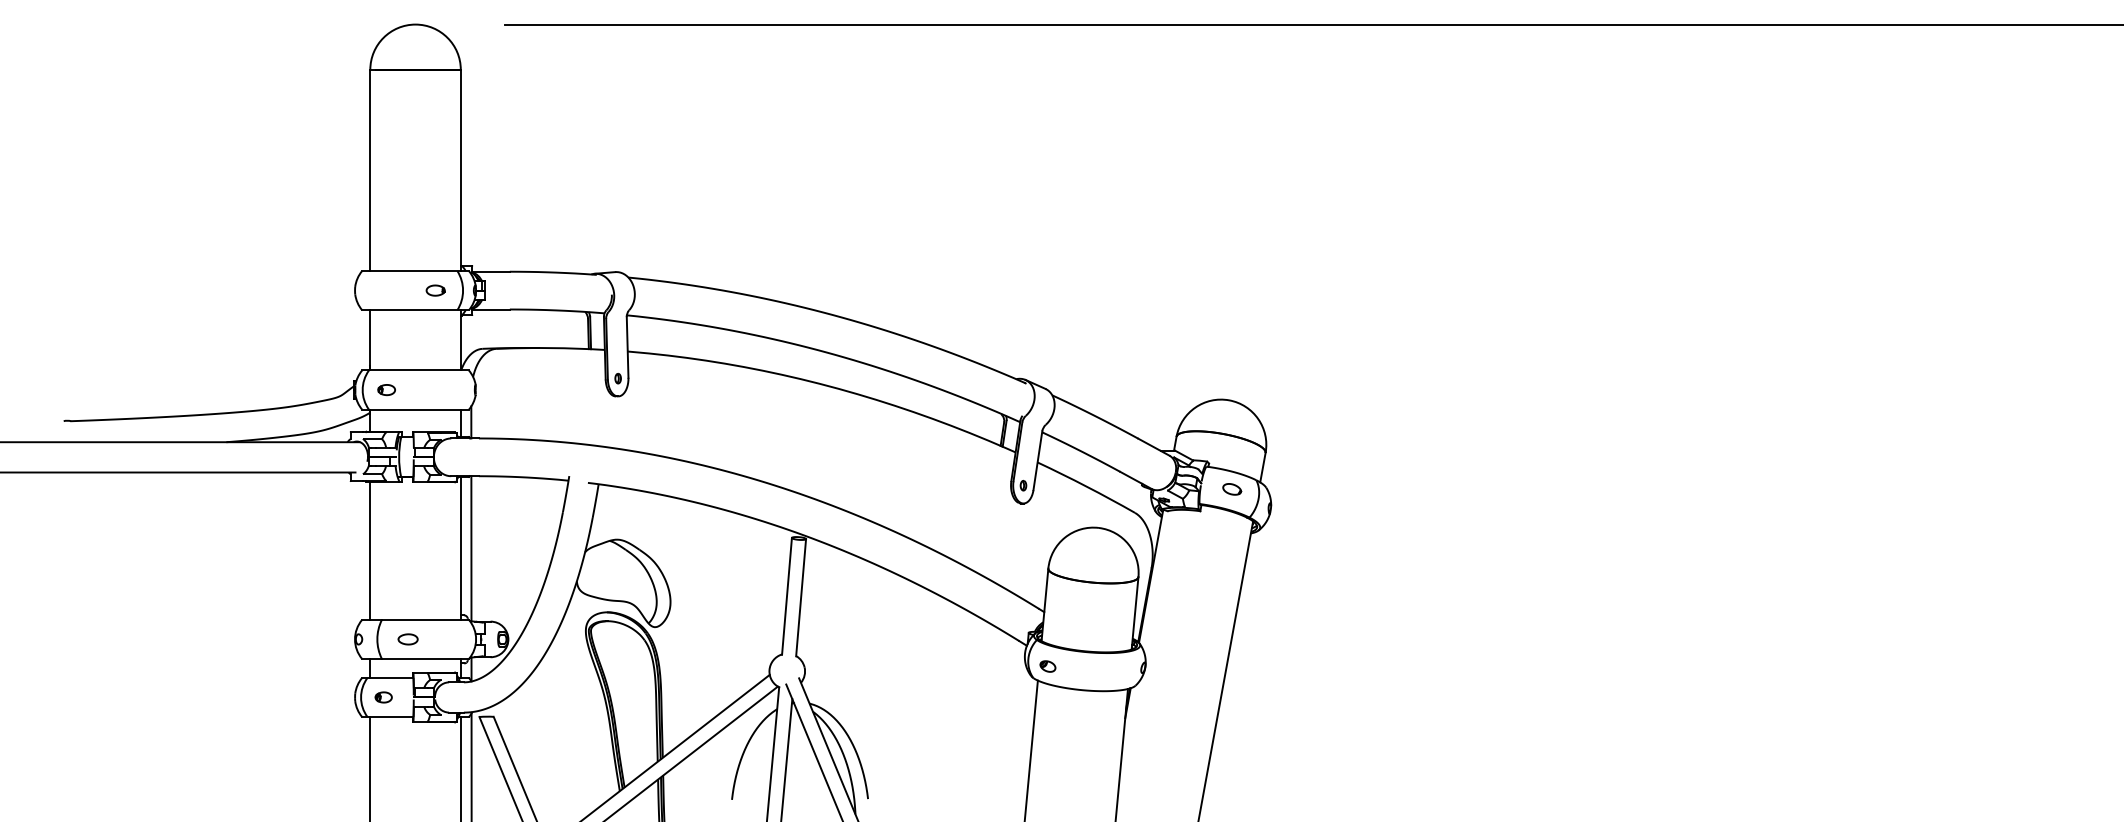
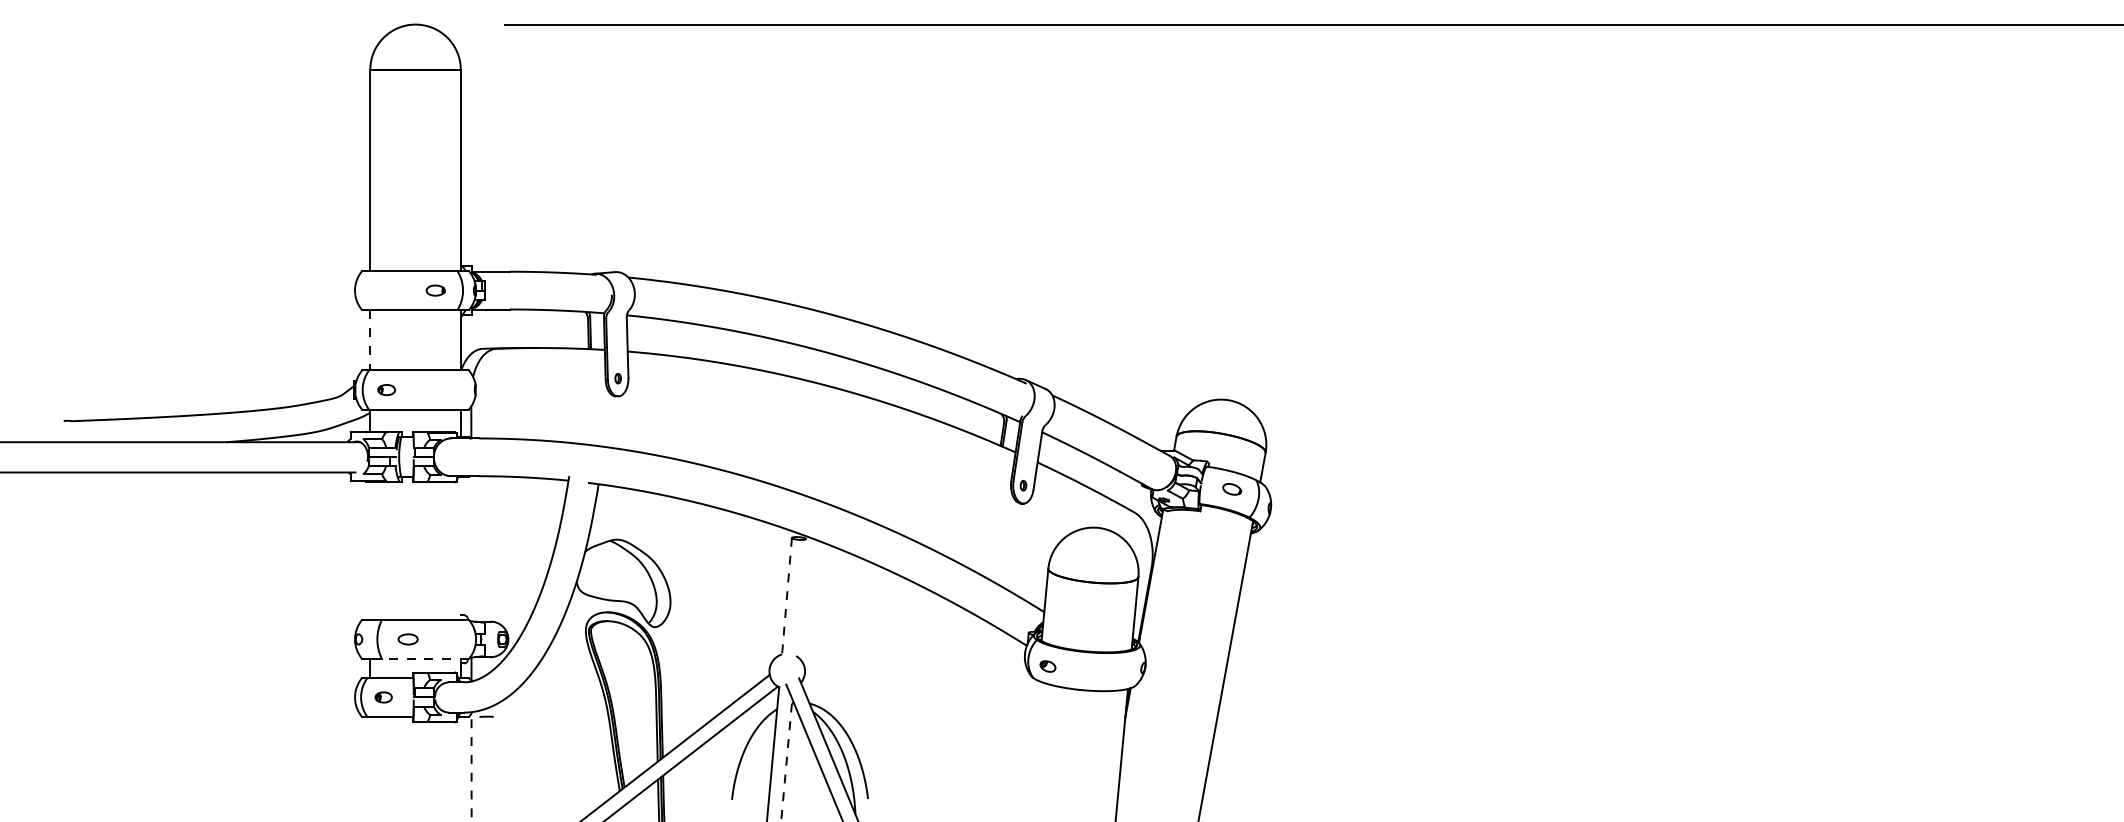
line at (370, 340): solid -> dashed
line at (460, 547): present -> none
line at (471, 548): present -> none
line at (370, 550): present -> none
line at (787, 596): solid -> dashed
line at (801, 597): present -> none
line at (424, 659): solid -> dashed
line at (1030, 749): present -> none
line at (786, 759): solid -> dashed
line at (370, 767): present -> none
line at (460, 767): present -> none
line at (471, 767): solid -> dashed
line at (500, 767): present -> none
line at (514, 767): present -> none
